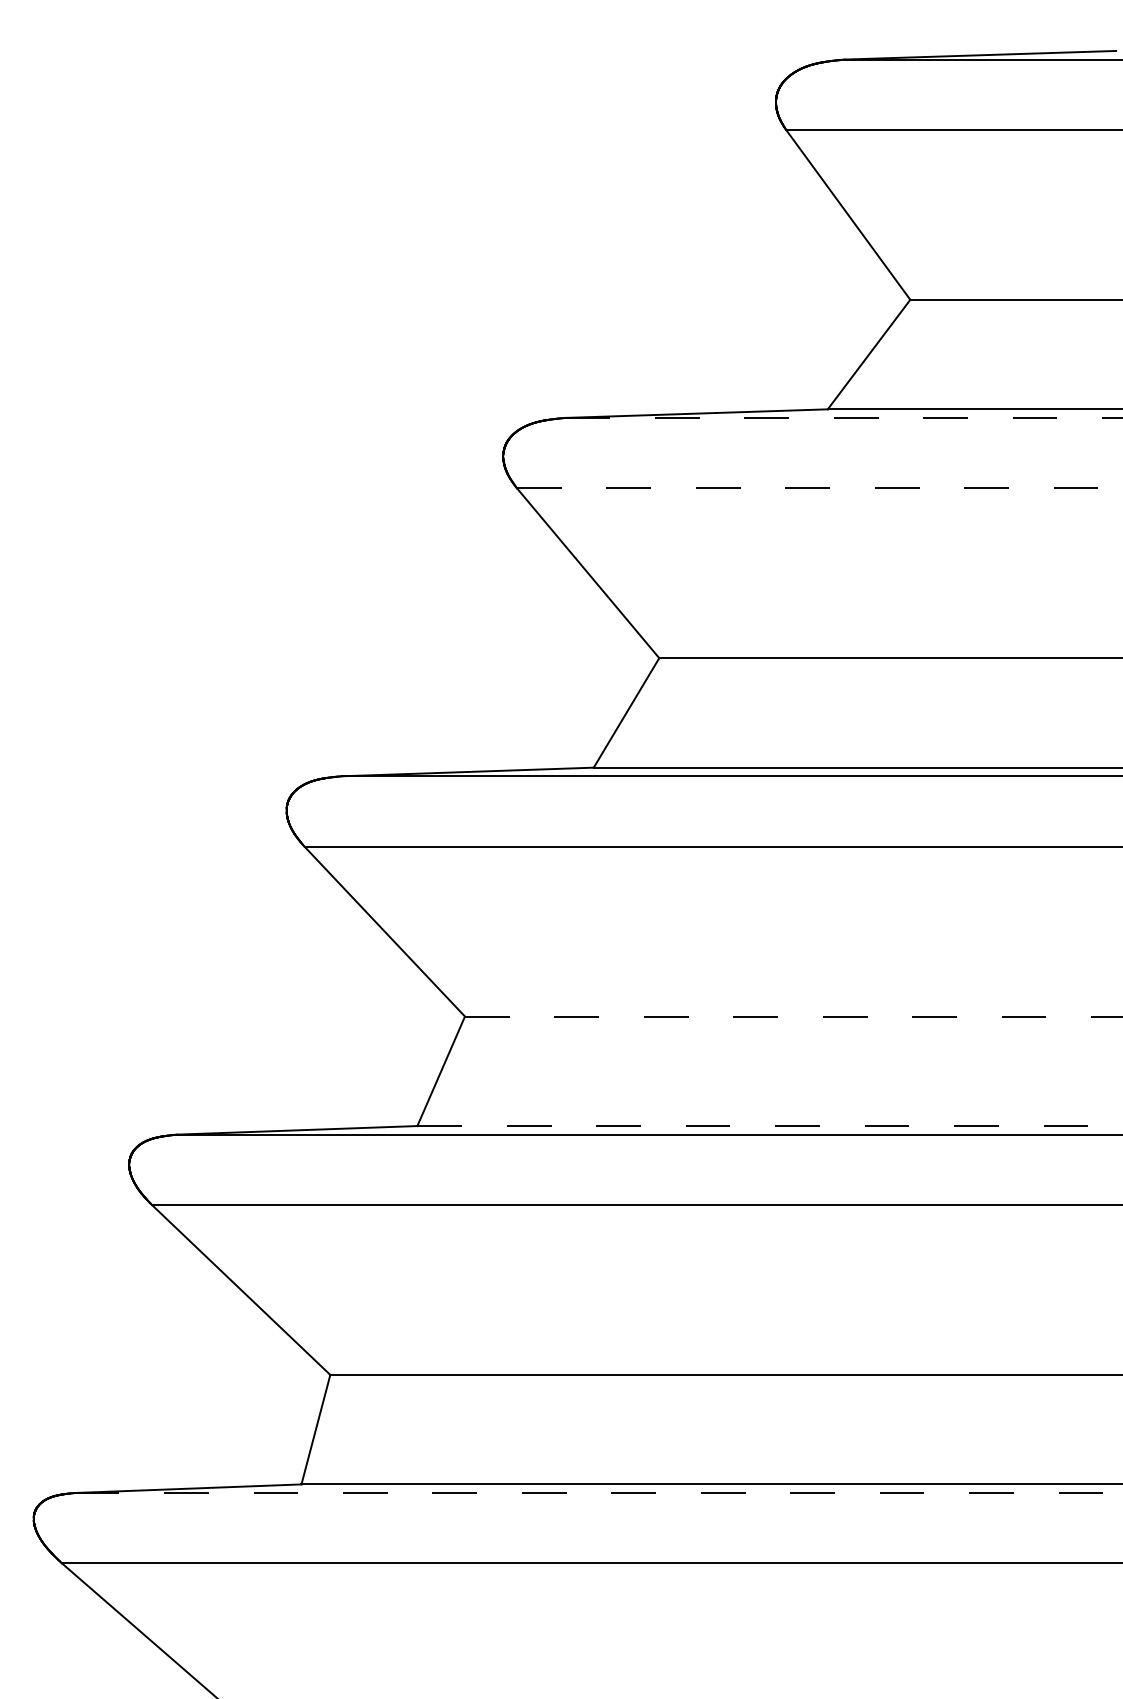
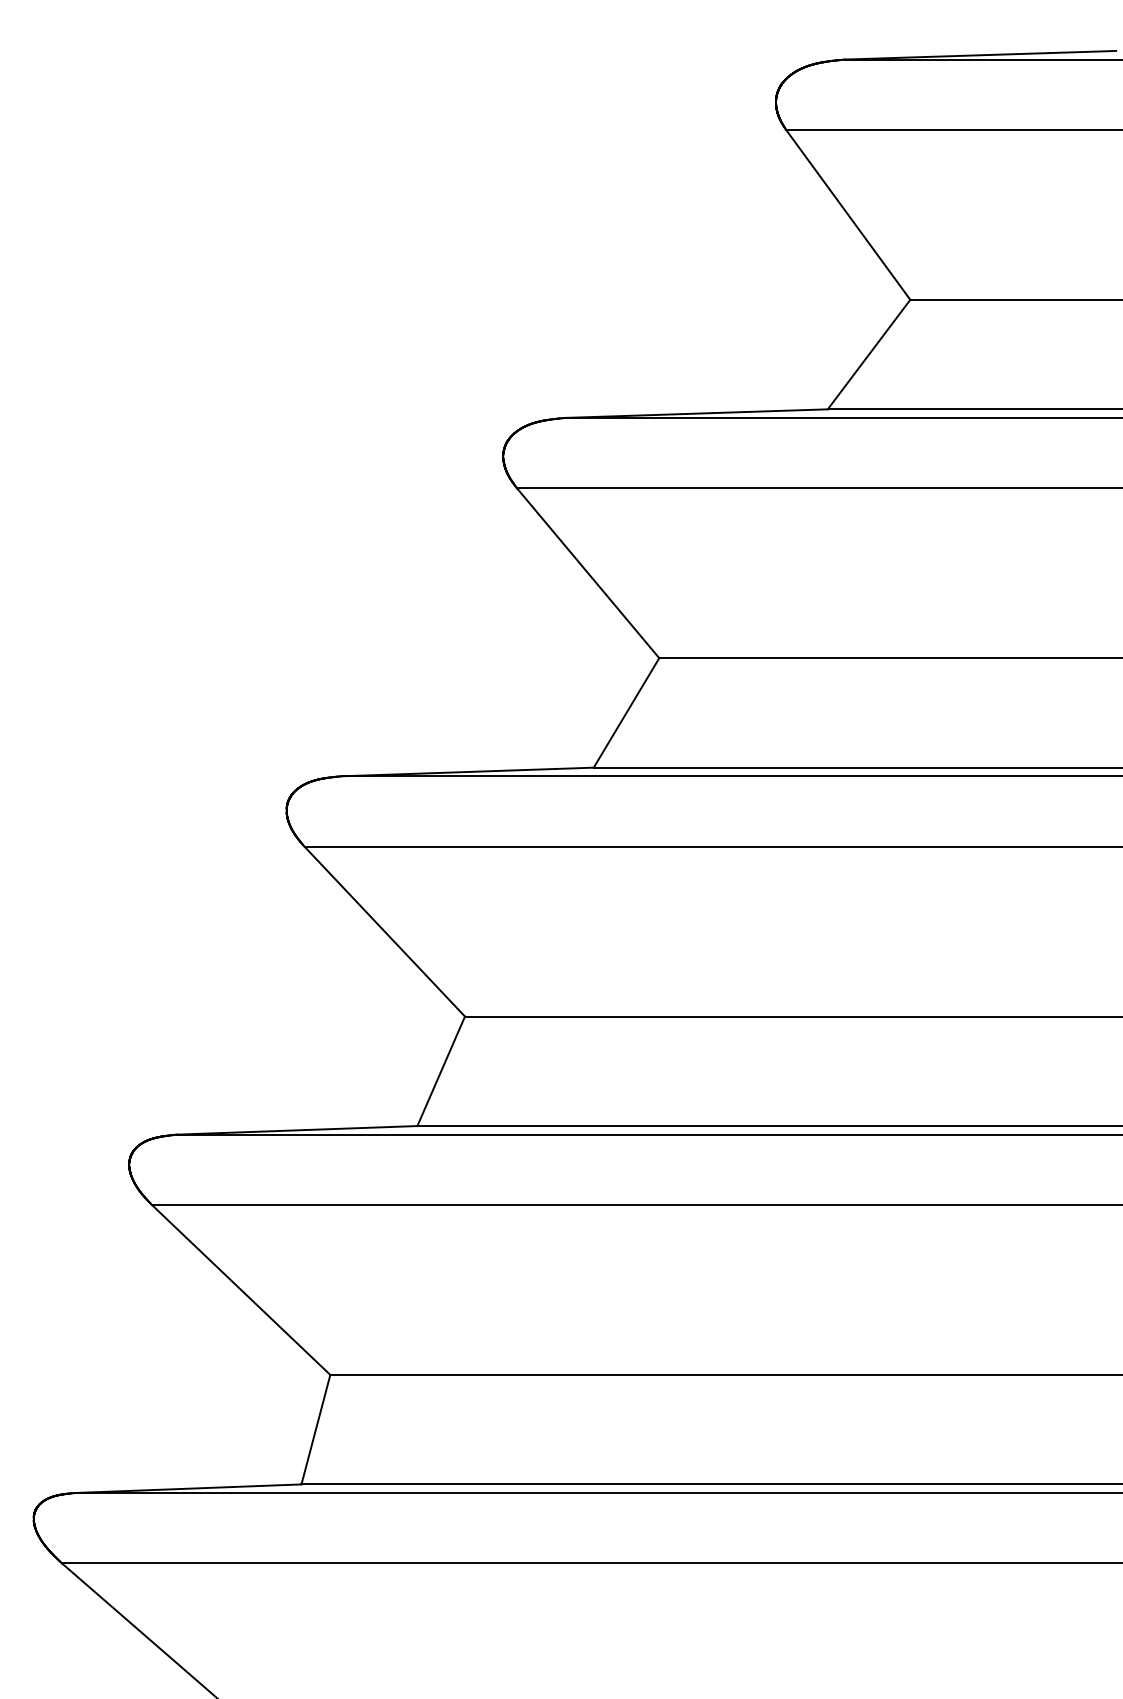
line at (843, 417): dashed -> solid
line at (819, 488): dashed -> solid
line at (793, 1016): dashed -> solid
line at (770, 1126): dashed -> solid
line at (598, 1493): dashed -> solid
